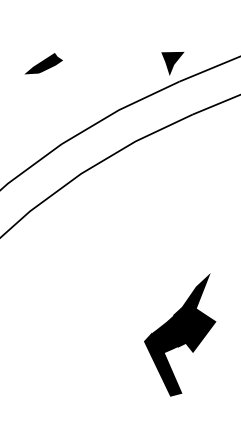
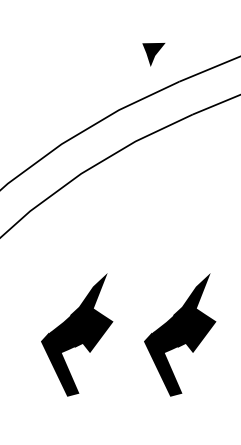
part at (43, 63): present -> none
part at (172, 63) position: (172, 63) -> (153, 54)
part at (77, 334): none -> present
